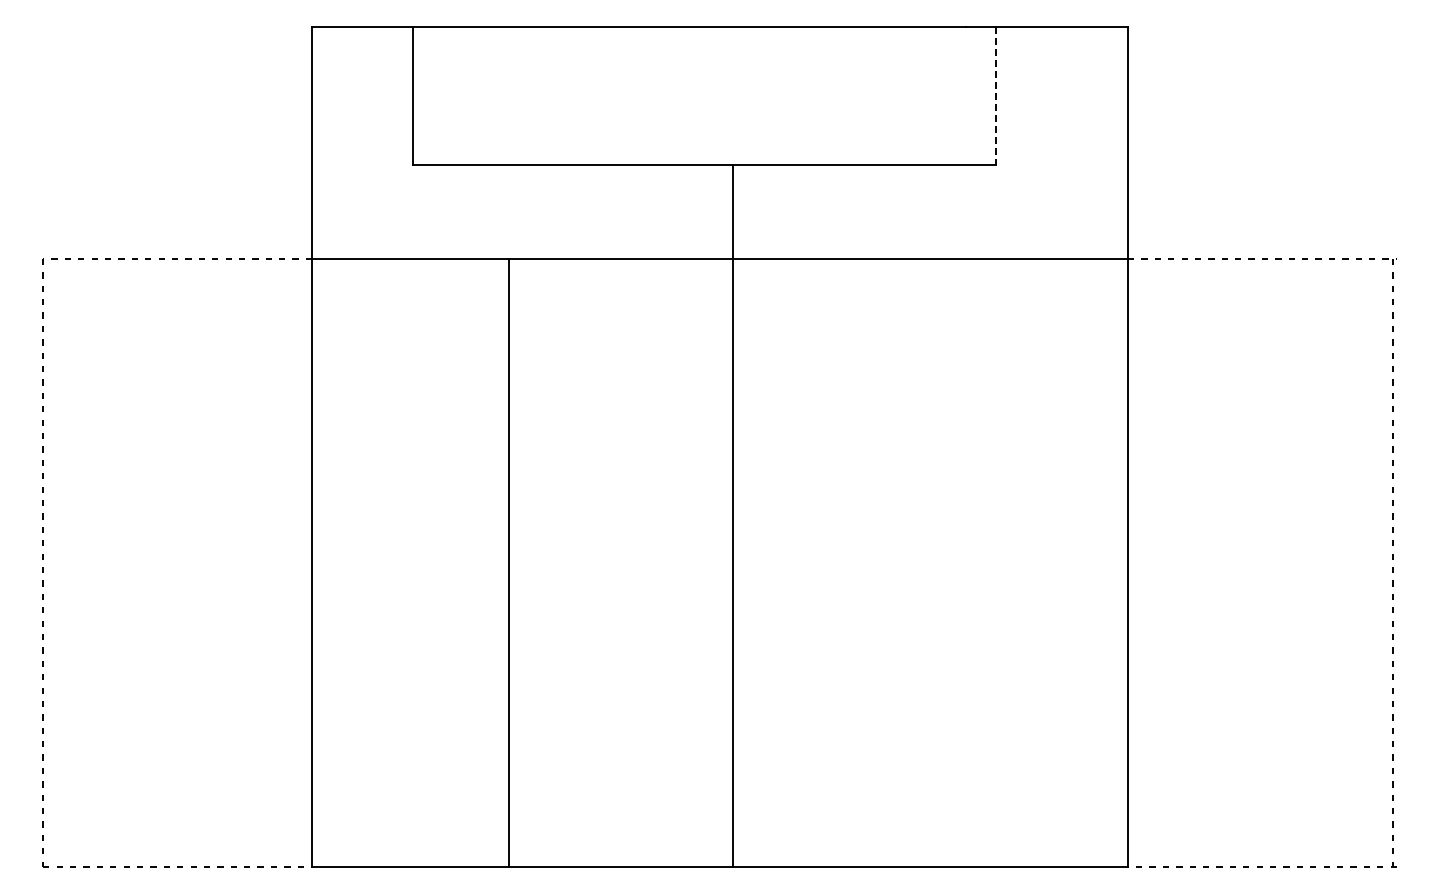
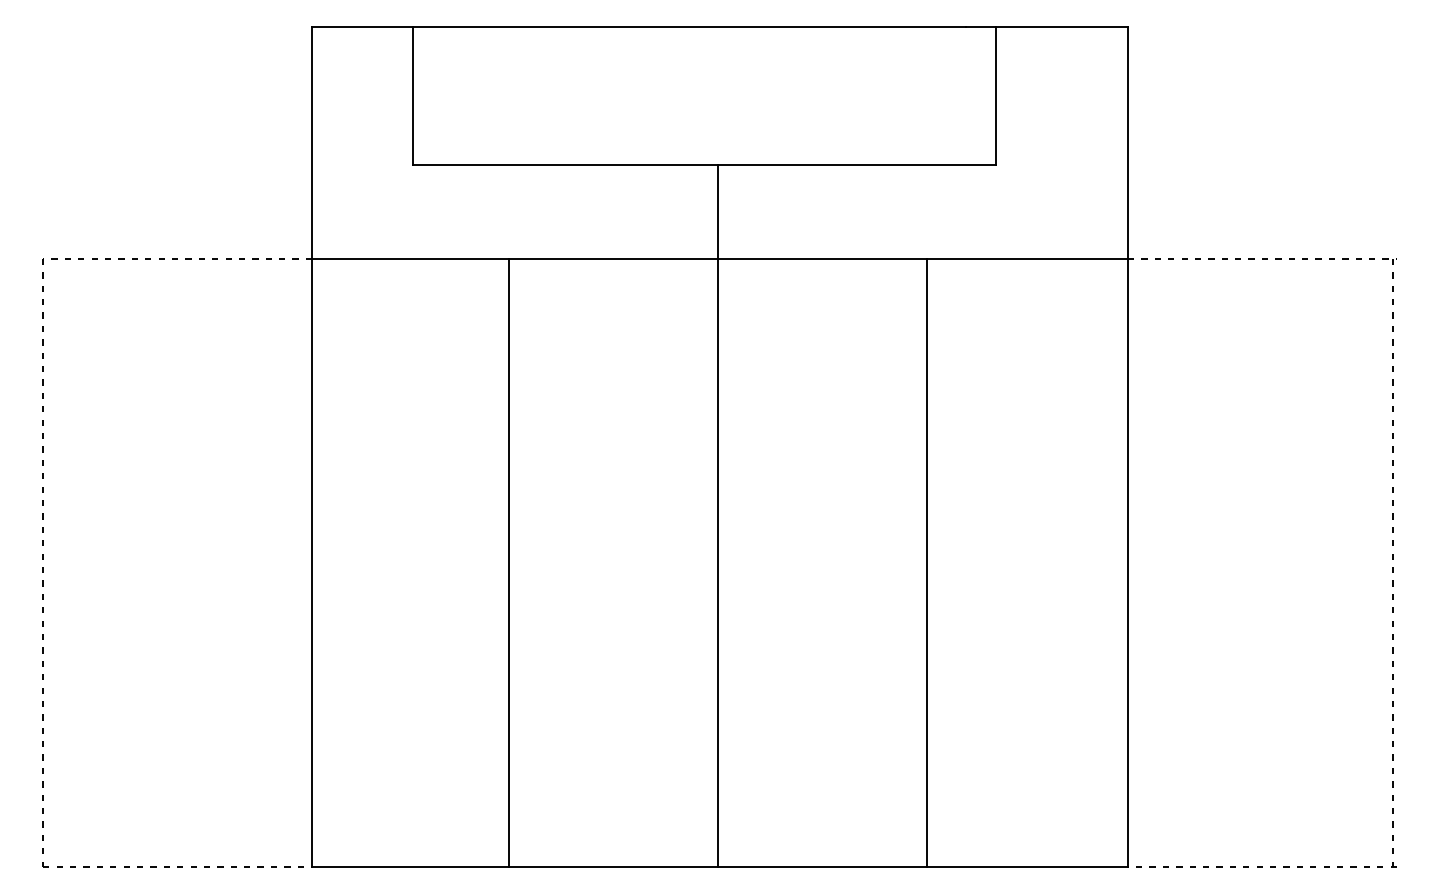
line at (996, 96): dashed -> solid
line at (733, 515) position: (733, 515) -> (718, 515)
line at (926, 562): none -> present
